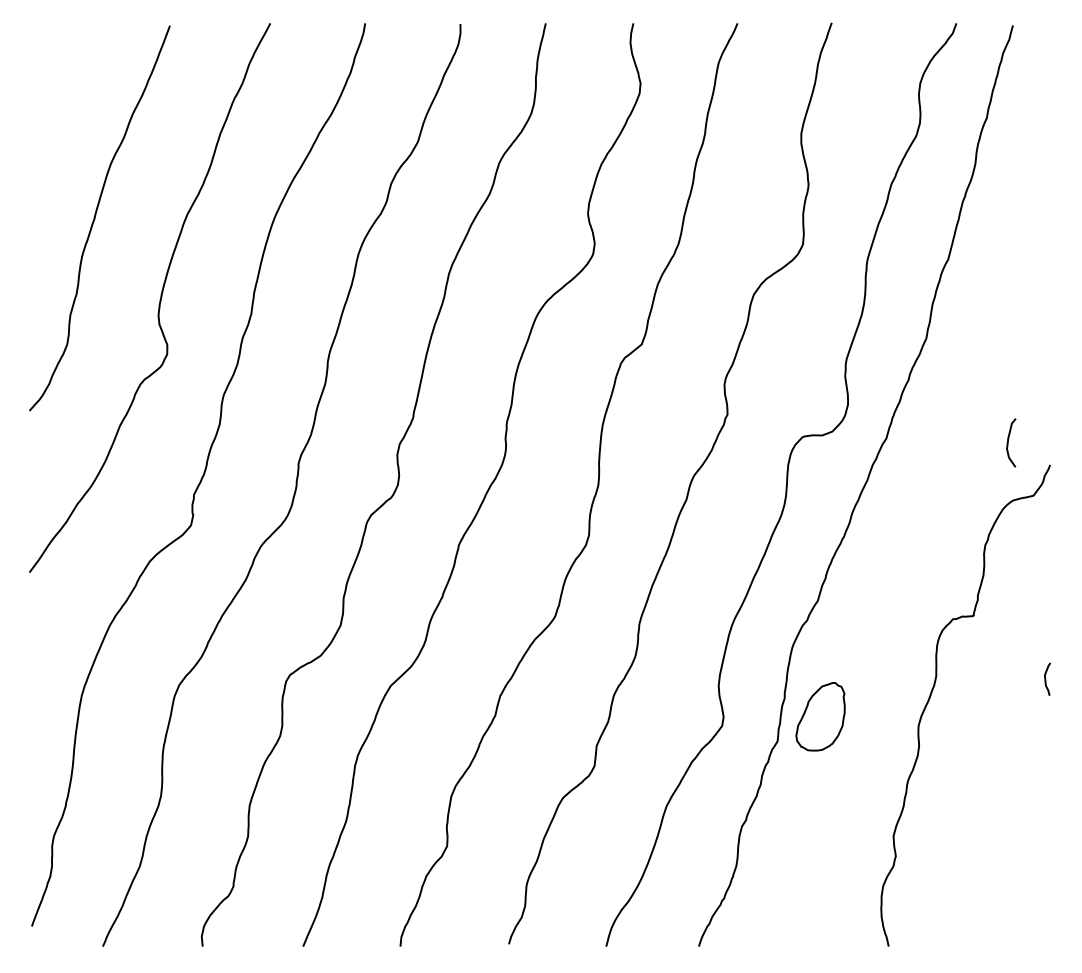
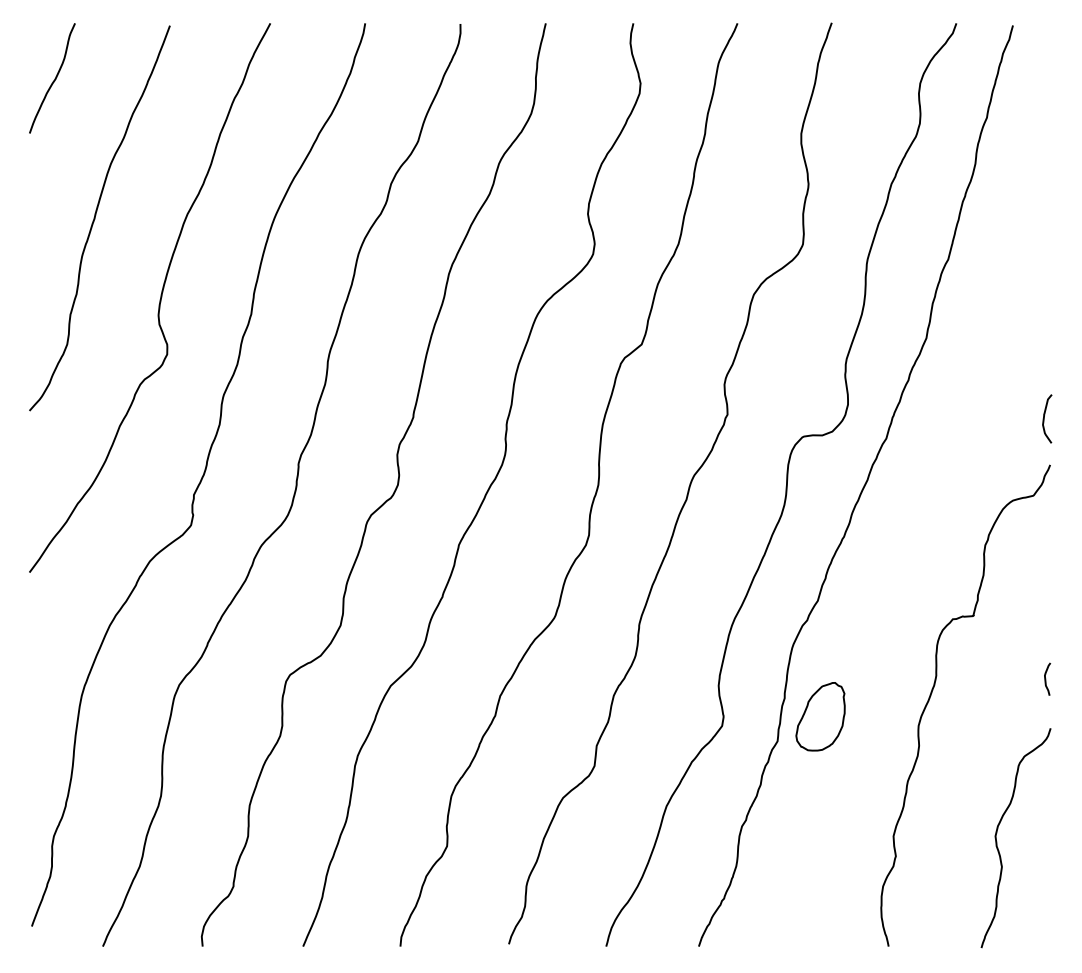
curve at (54, 78): none -> present
curve at (1008, 442) position: (1008, 442) -> (1044, 418)
curve at (997, 841): none -> present
